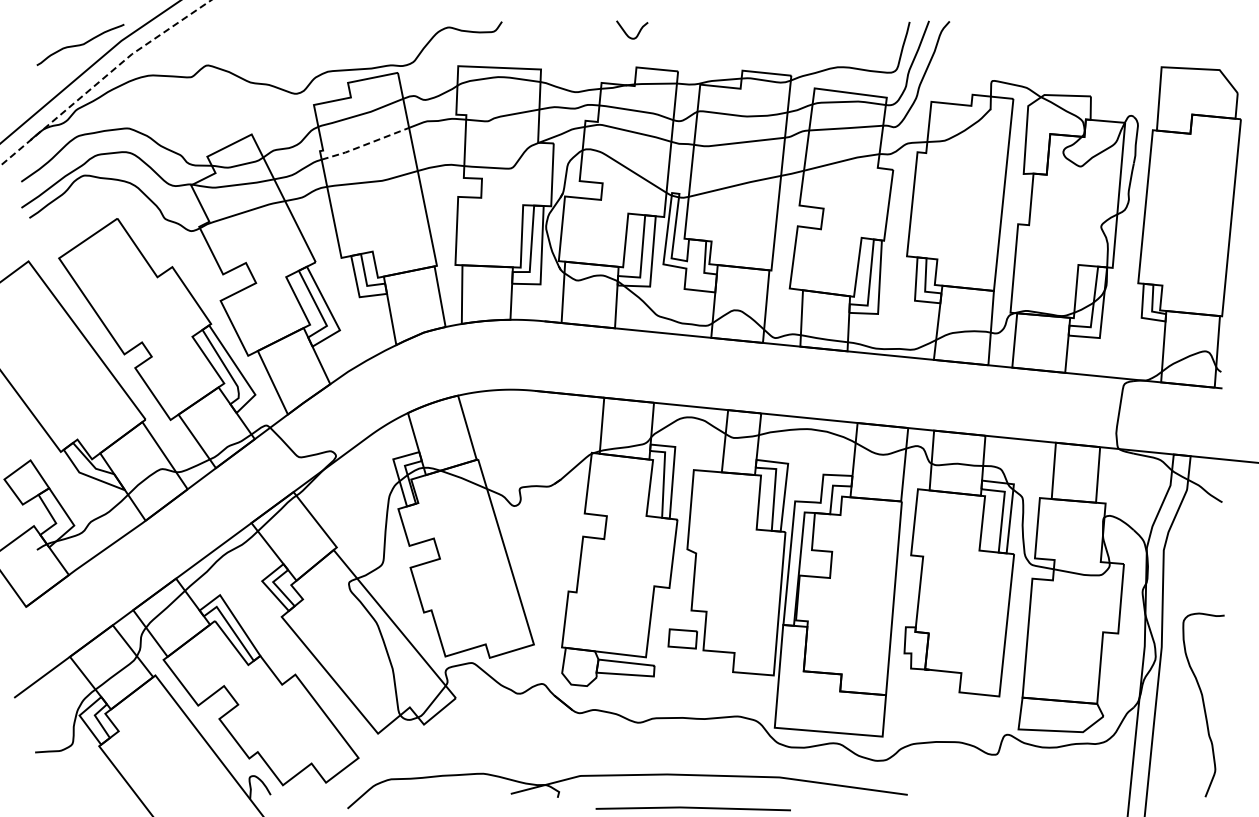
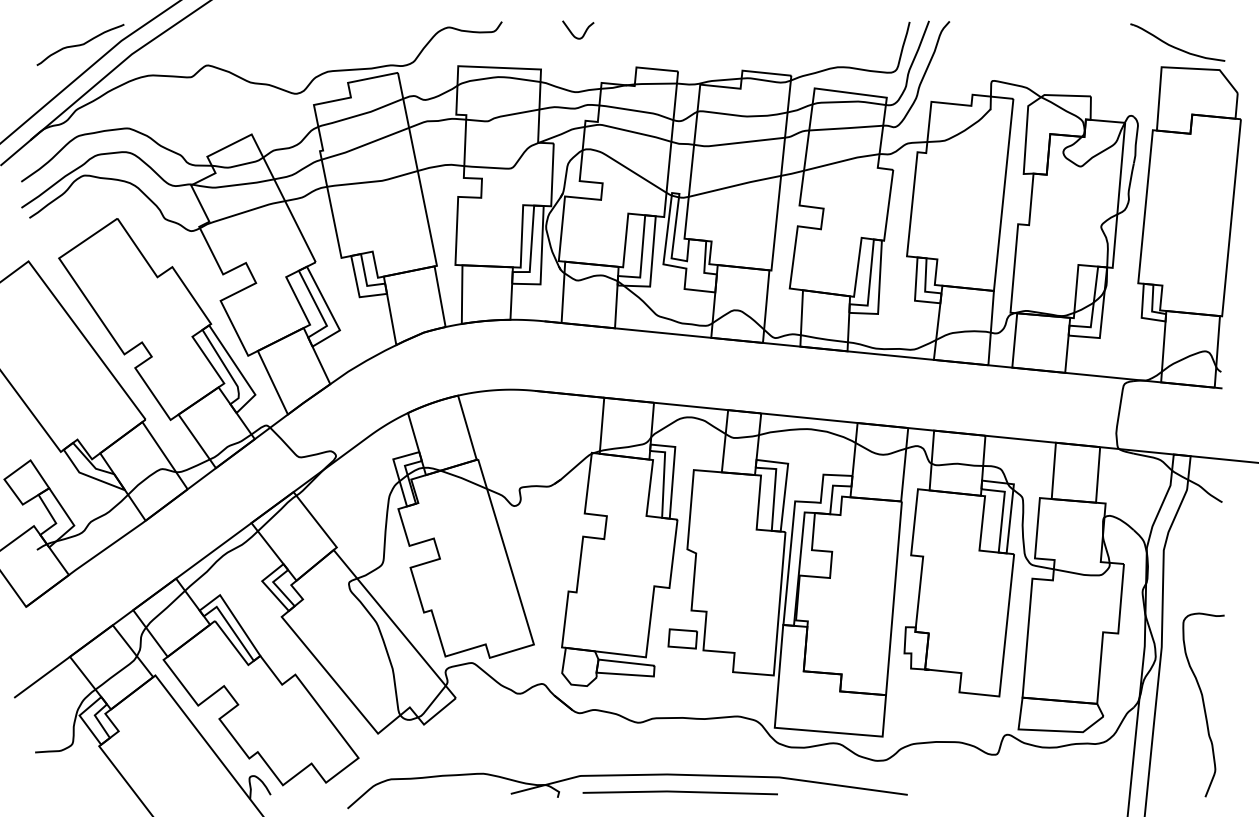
curve at (638, 31) position: (638, 31) -> (584, 31)
part at (1177, 42): none -> present
line at (103, 78): dashed -> solid
line at (365, 144): dashed -> solid
line at (692, 808) position: (692, 808) -> (679, 792)
